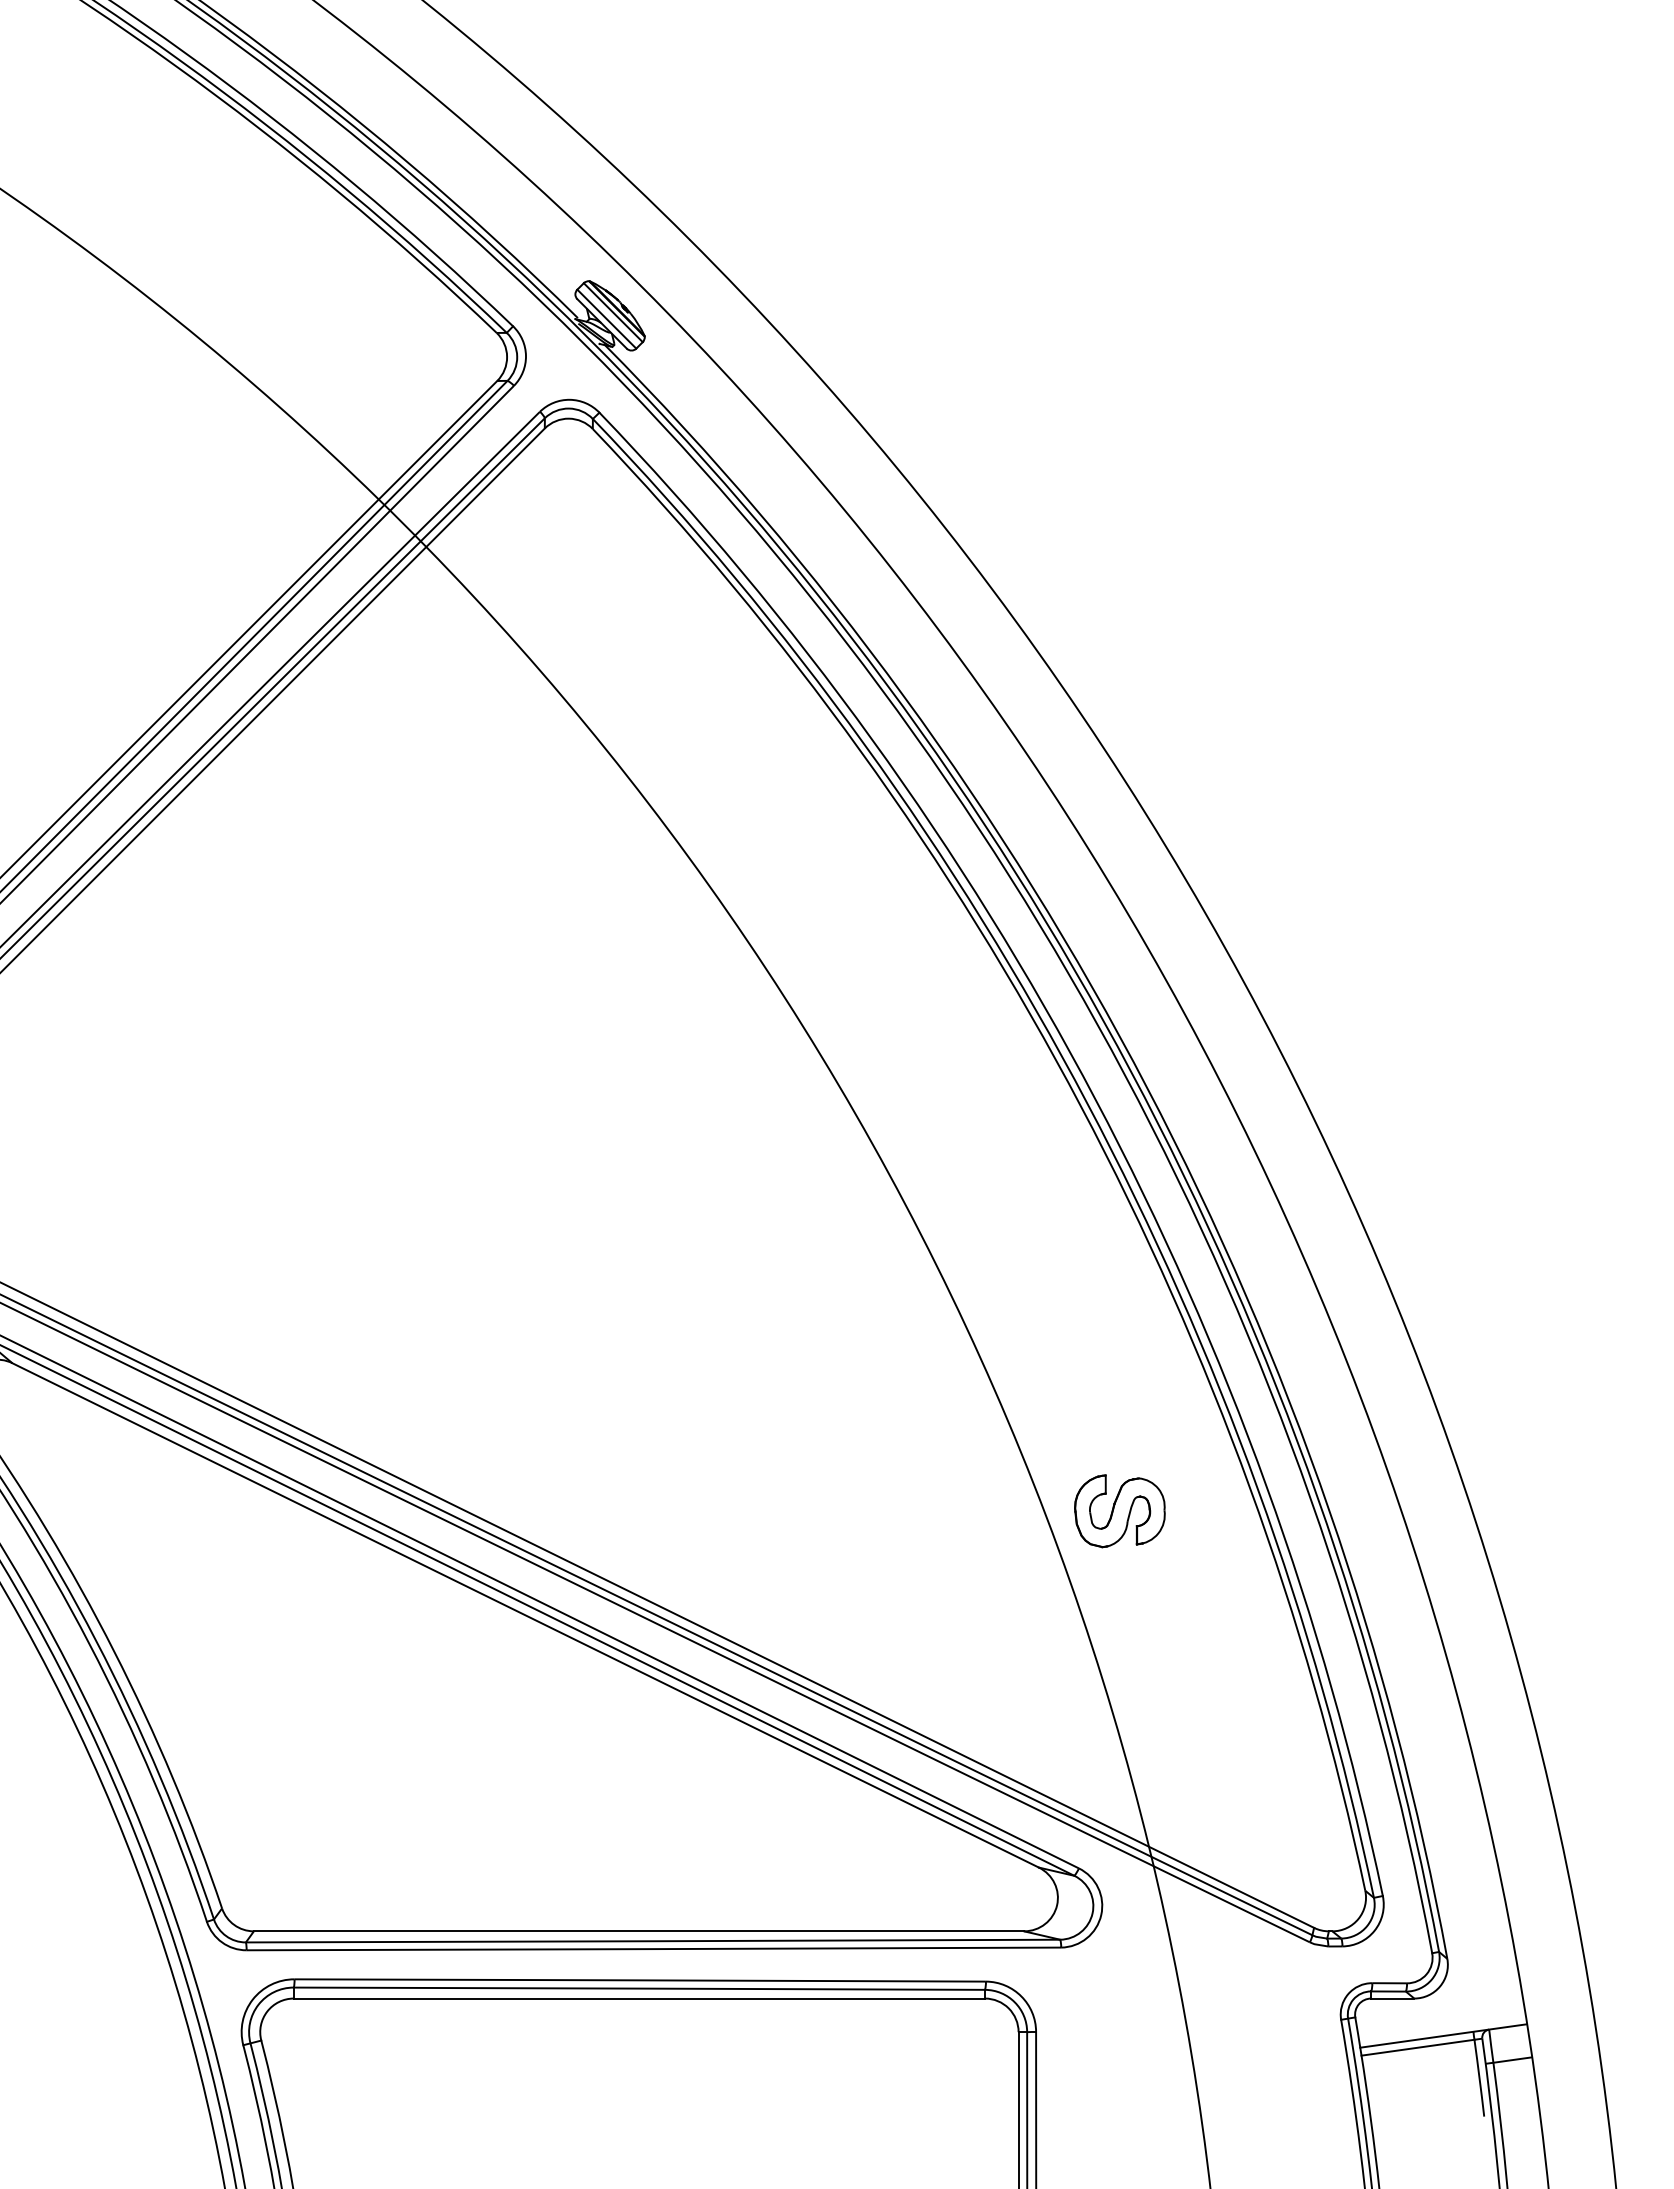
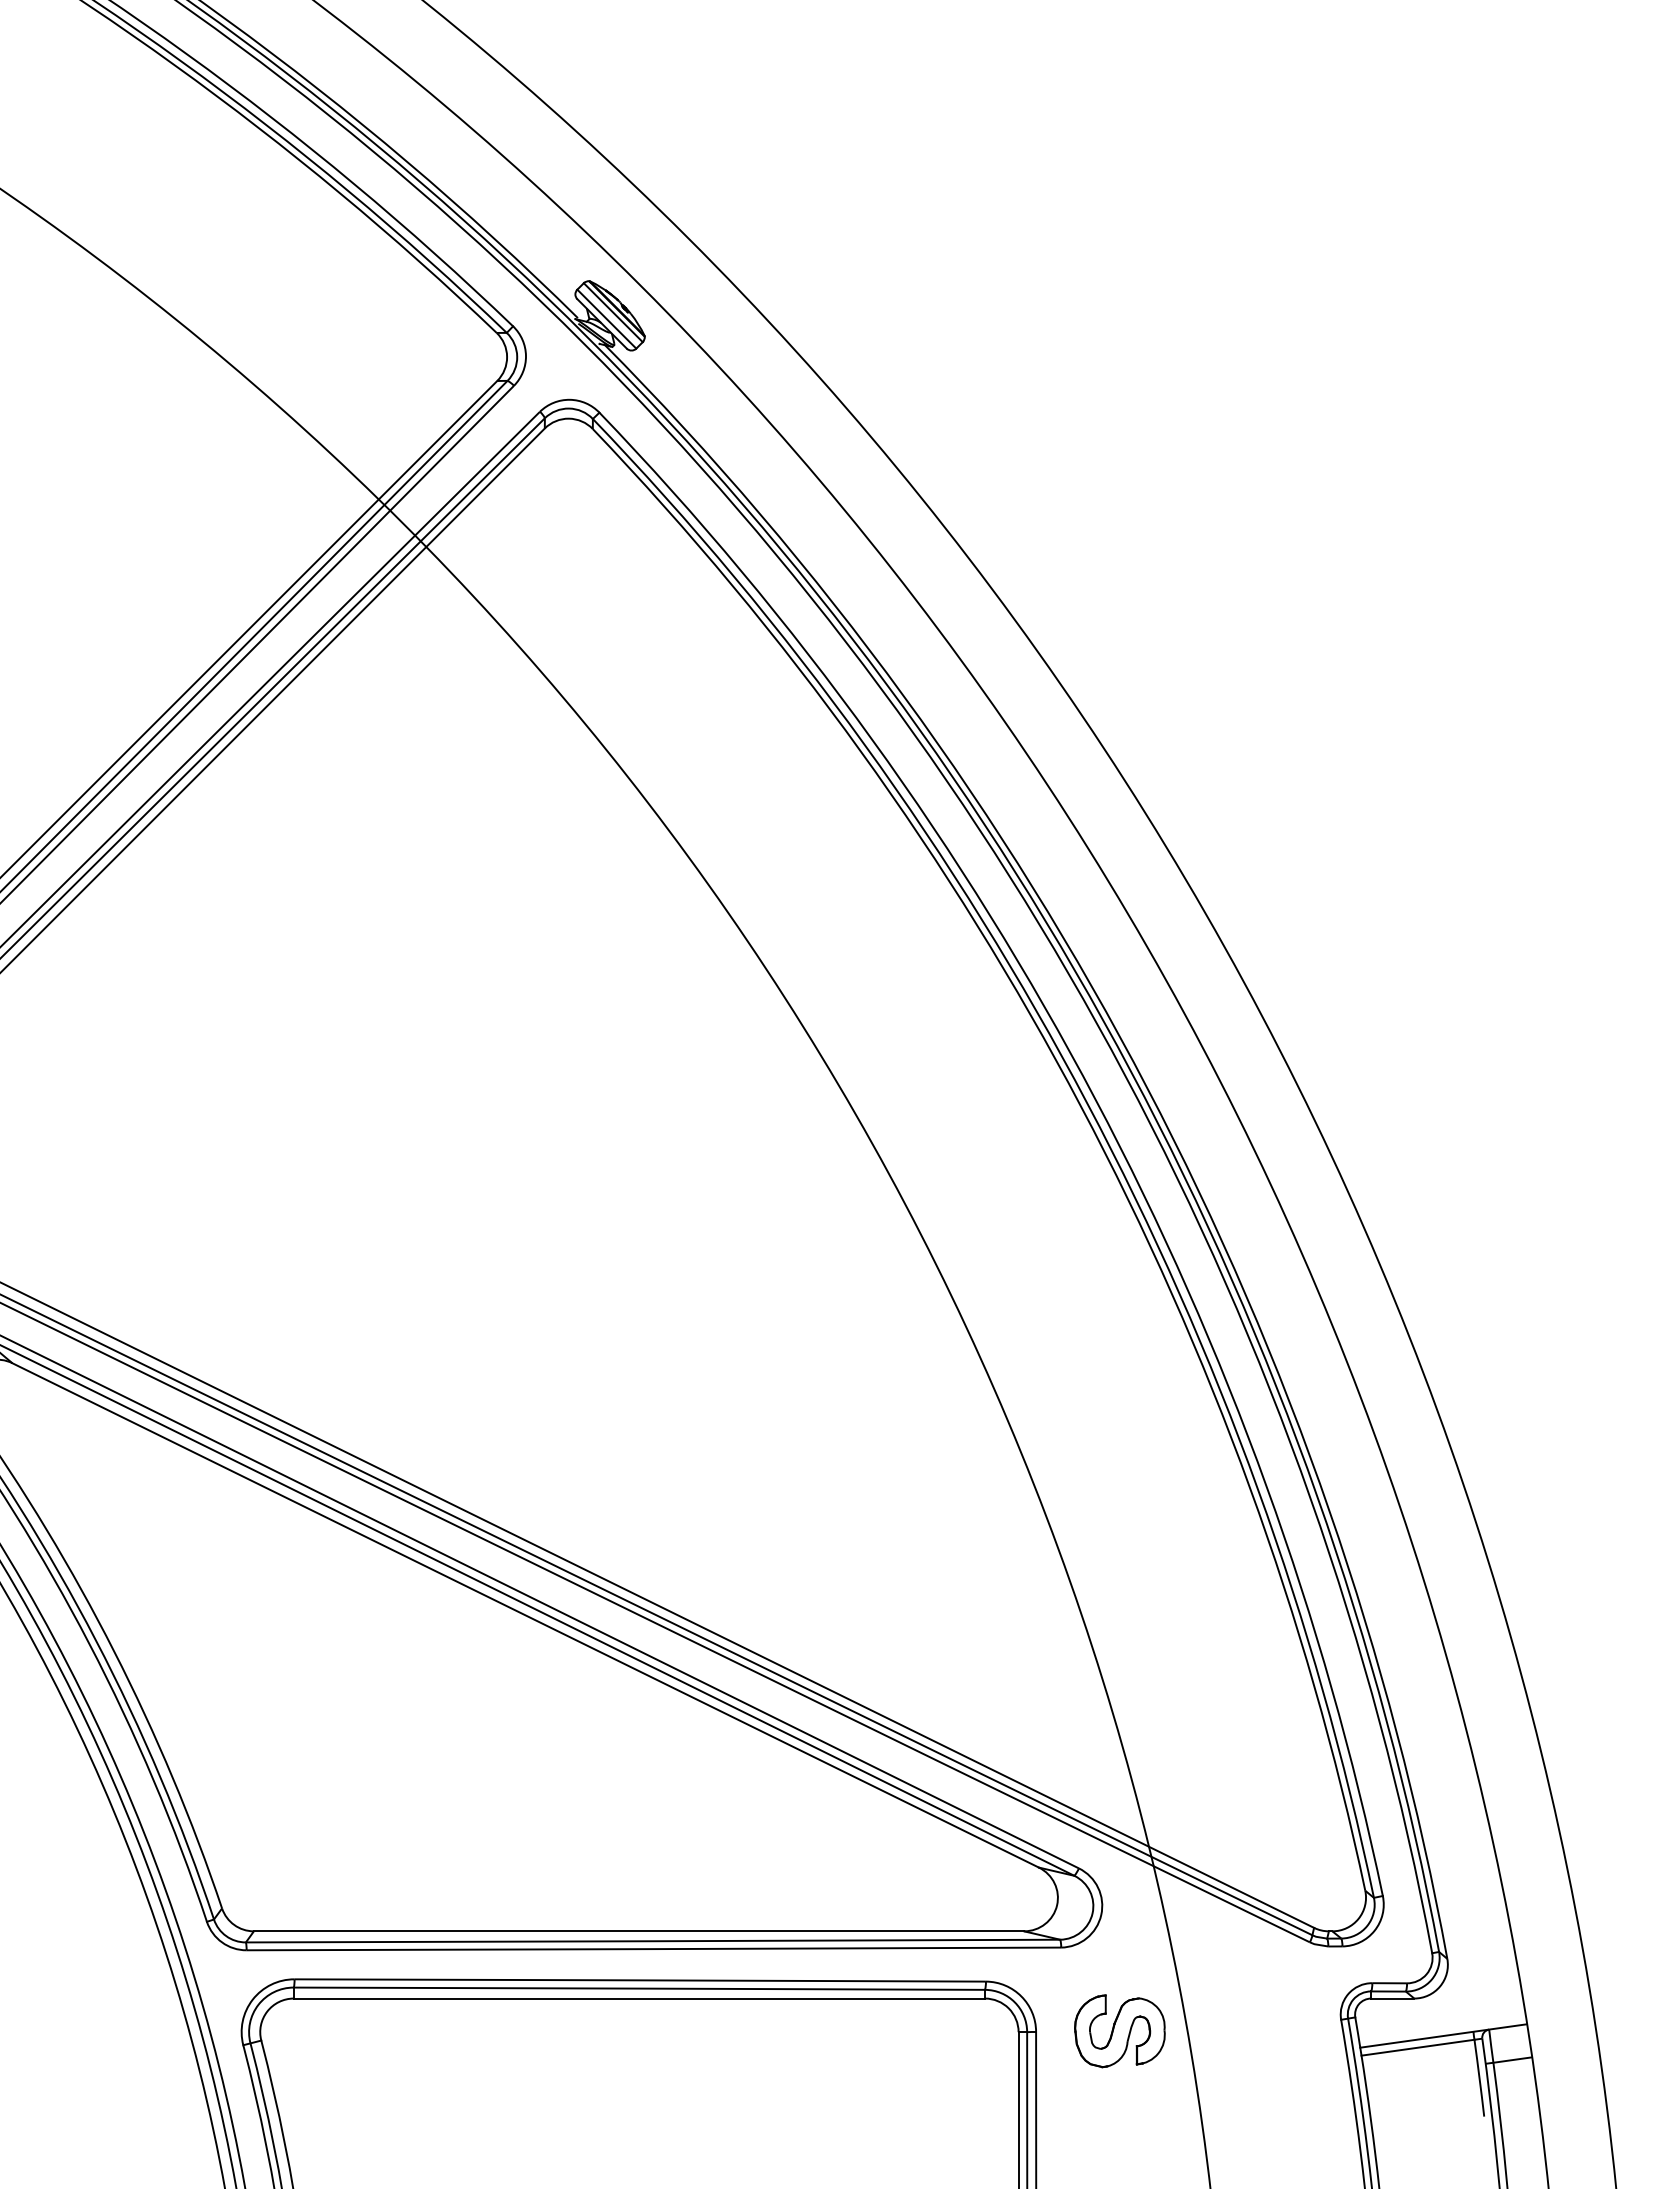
part at (1119, 1511) position: (1119, 1511) -> (1119, 2031)
